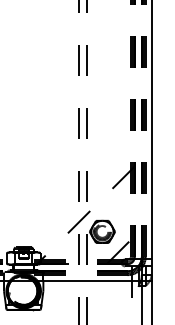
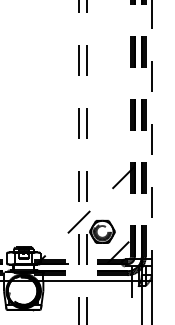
line at (151, 140): solid -> dashed
